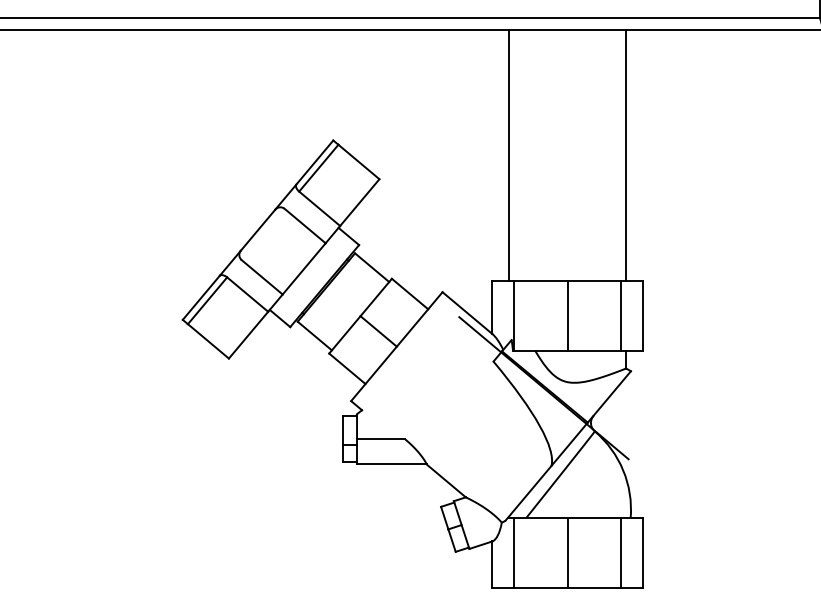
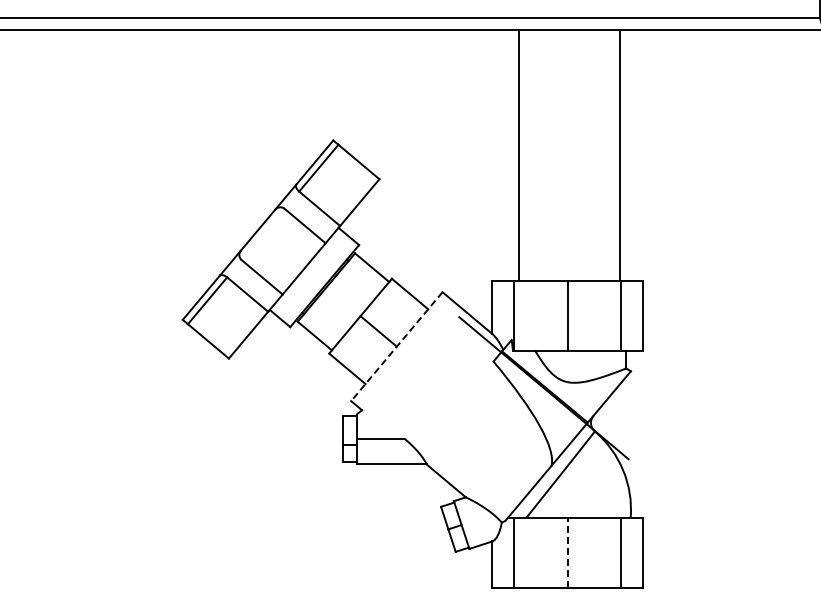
line at (509, 155) position: (509, 155) -> (519, 155)
line at (626, 155) position: (626, 155) -> (620, 155)
line at (396, 347): solid -> dashed
line at (567, 552): solid -> dashed
